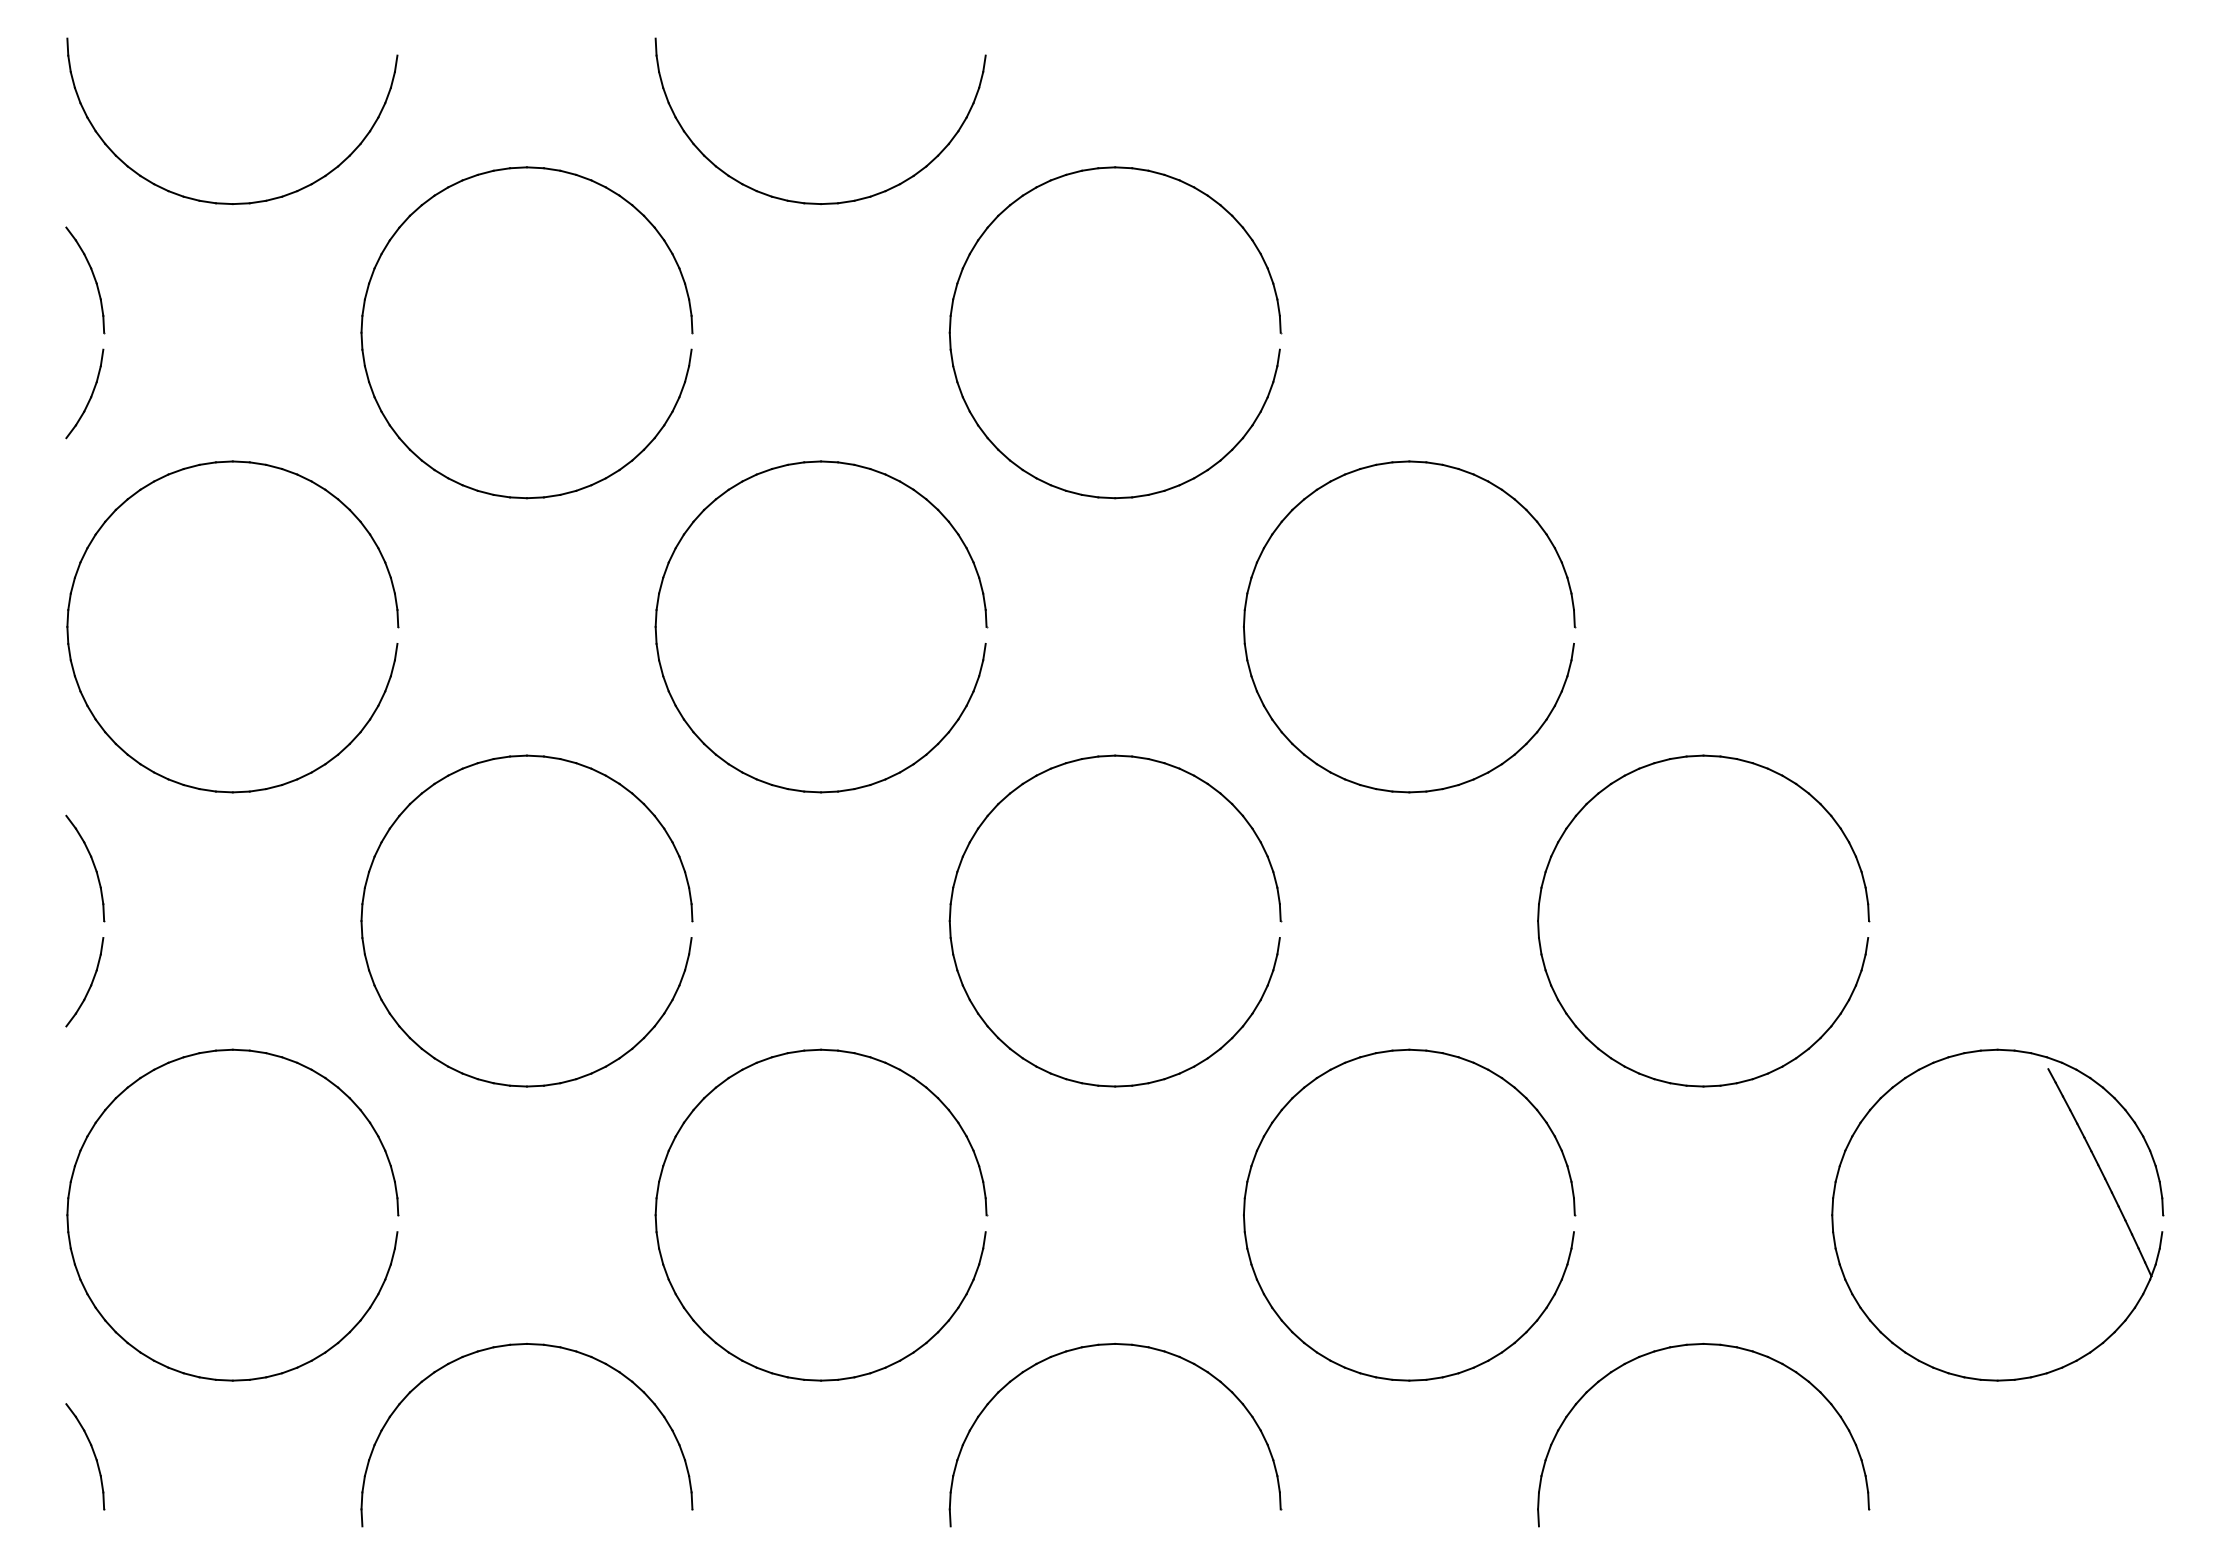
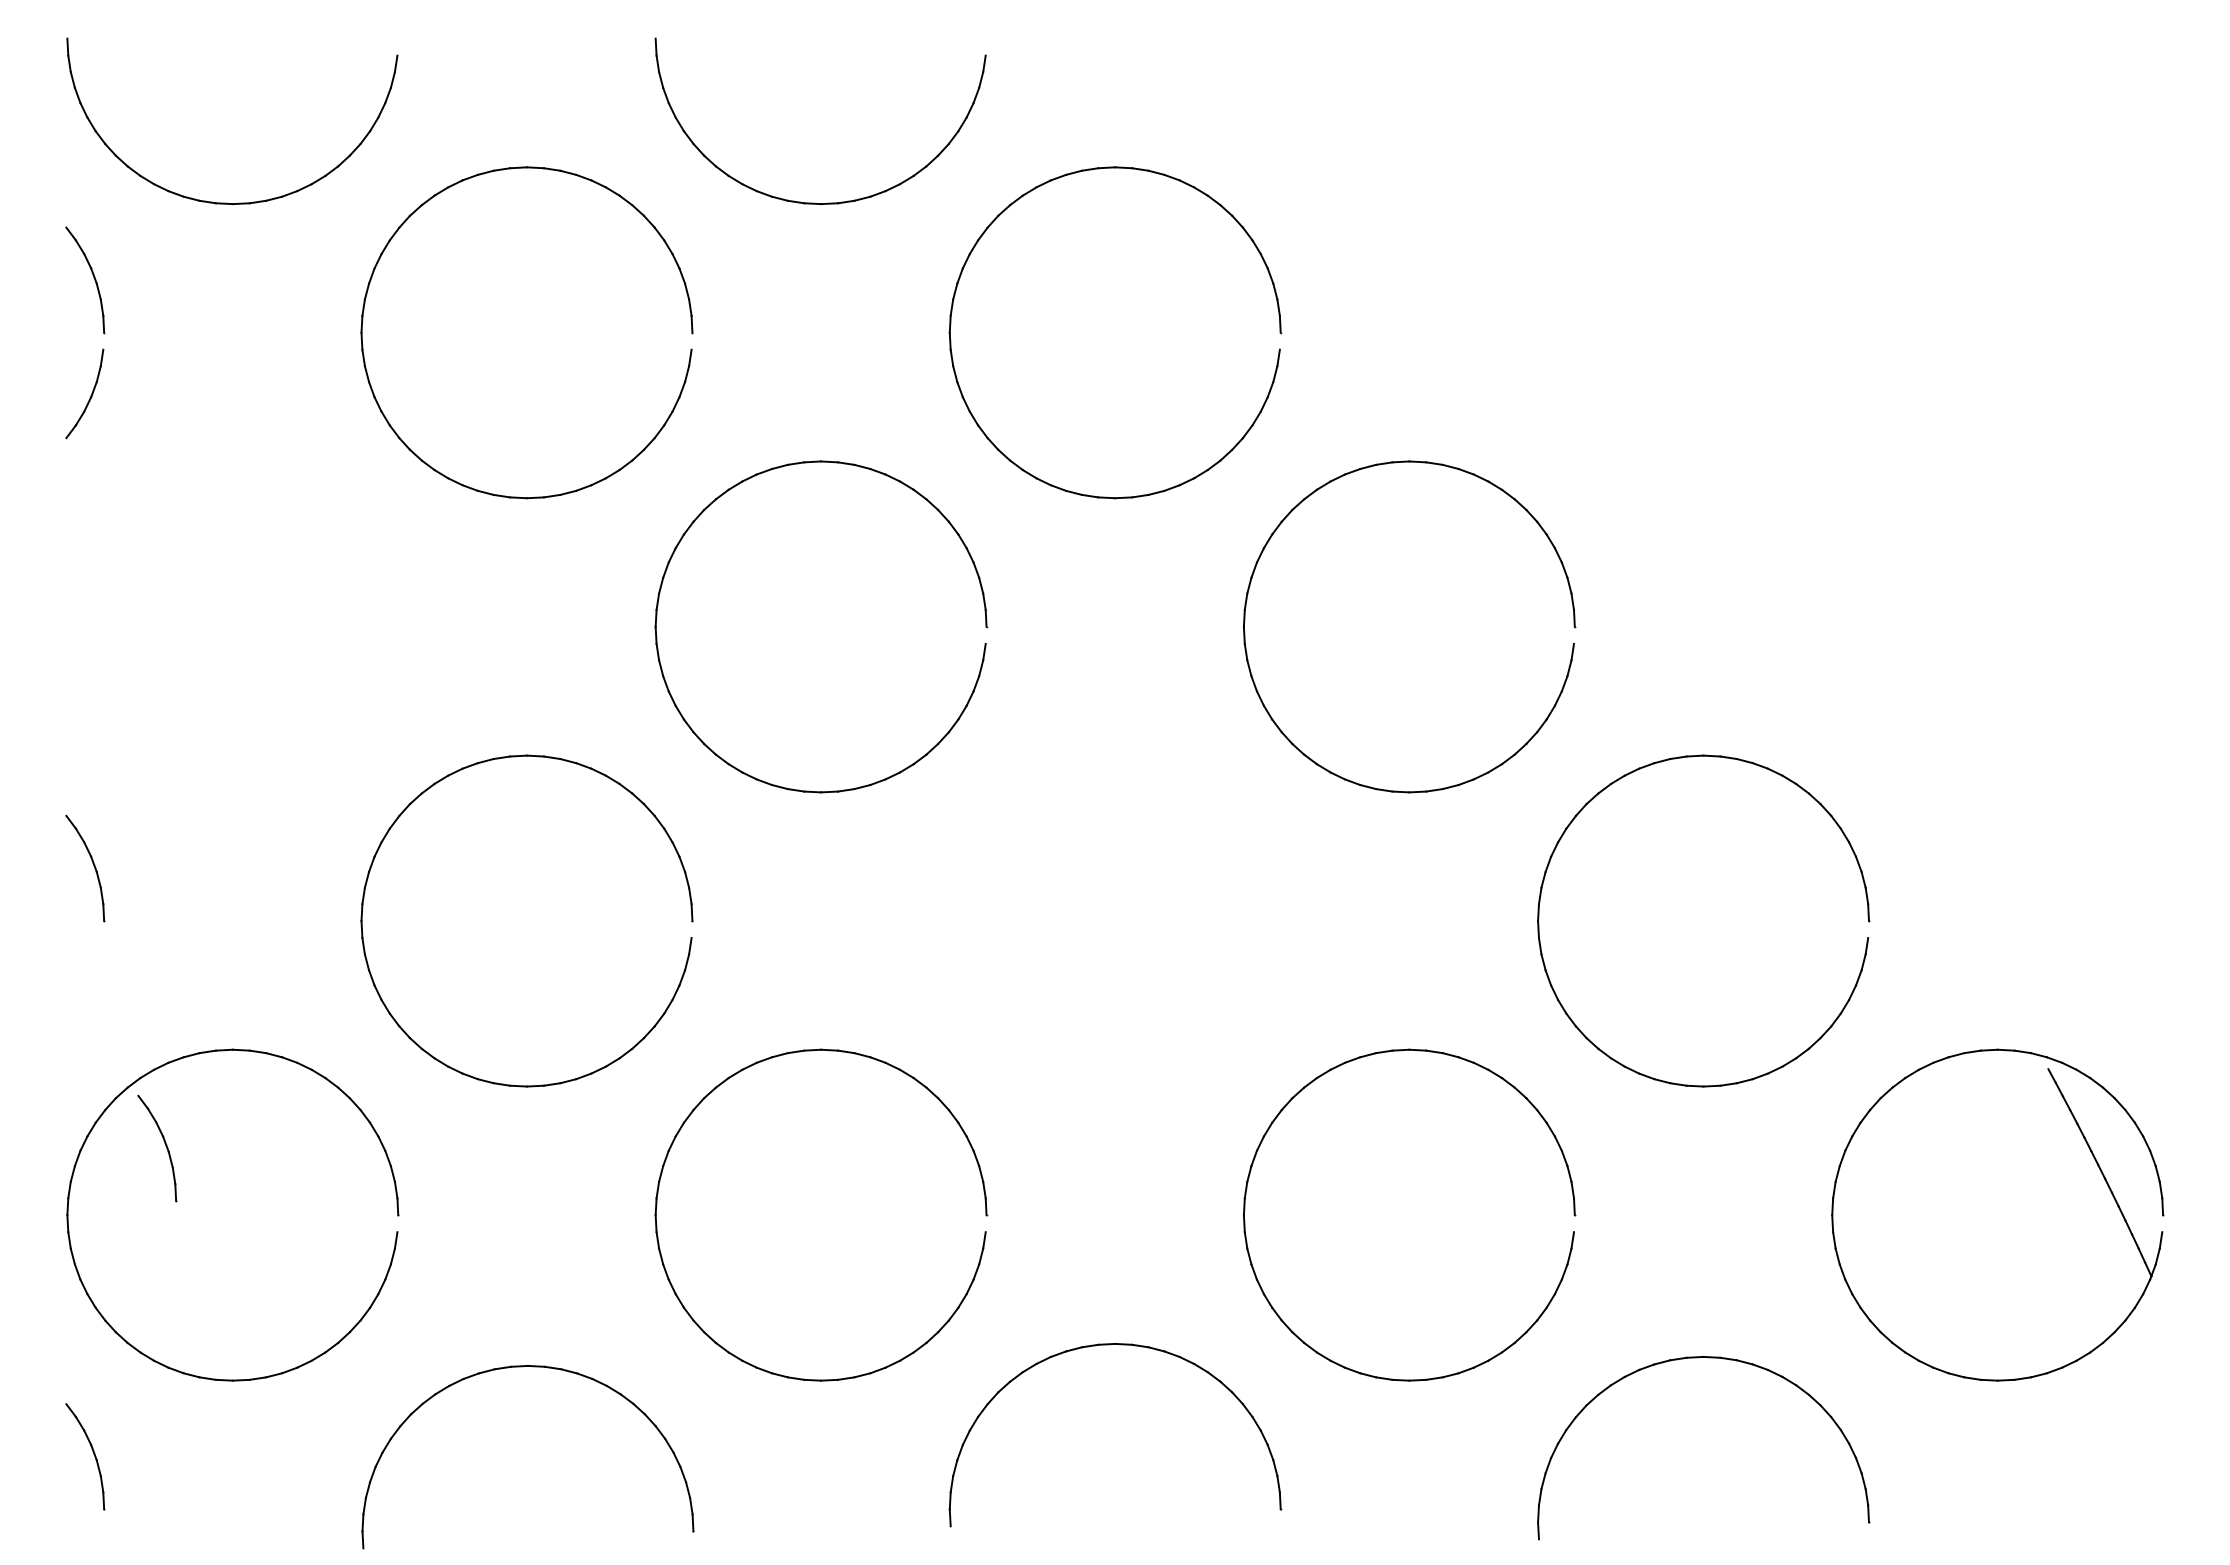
part at (128, 500): present -> none
part at (1125, 757): present -> none
part at (90, 984): present -> none
part at (165, 1146): none -> present
part at (521, 1345) position: (521, 1345) -> (522, 1367)
part at (1698, 1345) position: (1698, 1345) -> (1698, 1358)
